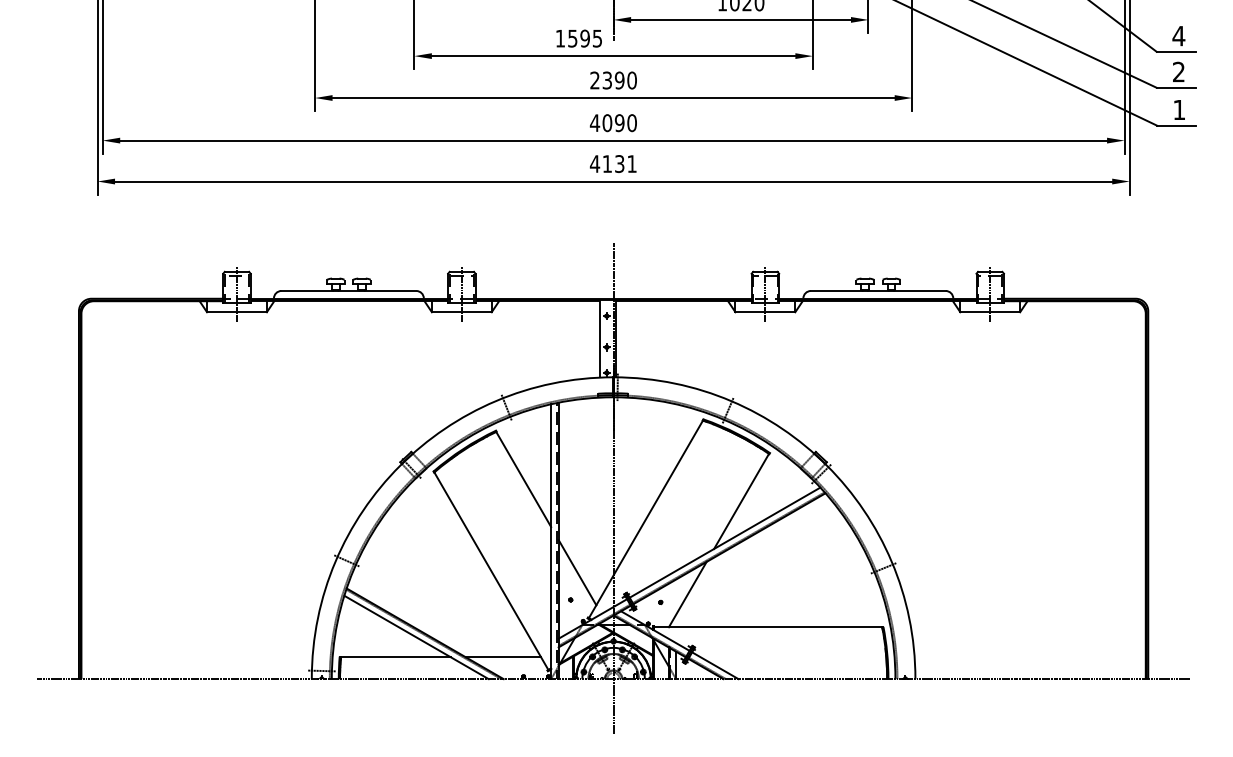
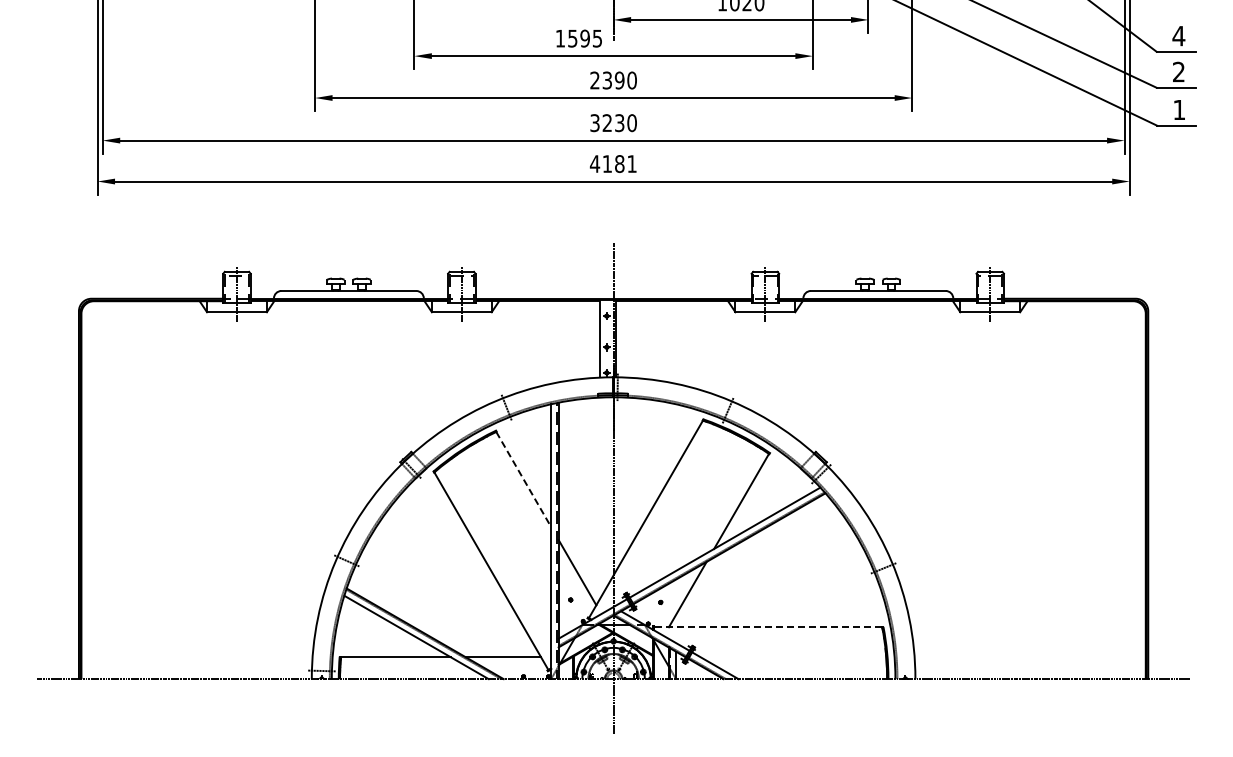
text at (606, 123): 4090 -> 3230
text at (619, 163): 4131 -> 4181
line at (523, 479): solid -> dashed
line at (767, 627): solid -> dashed
